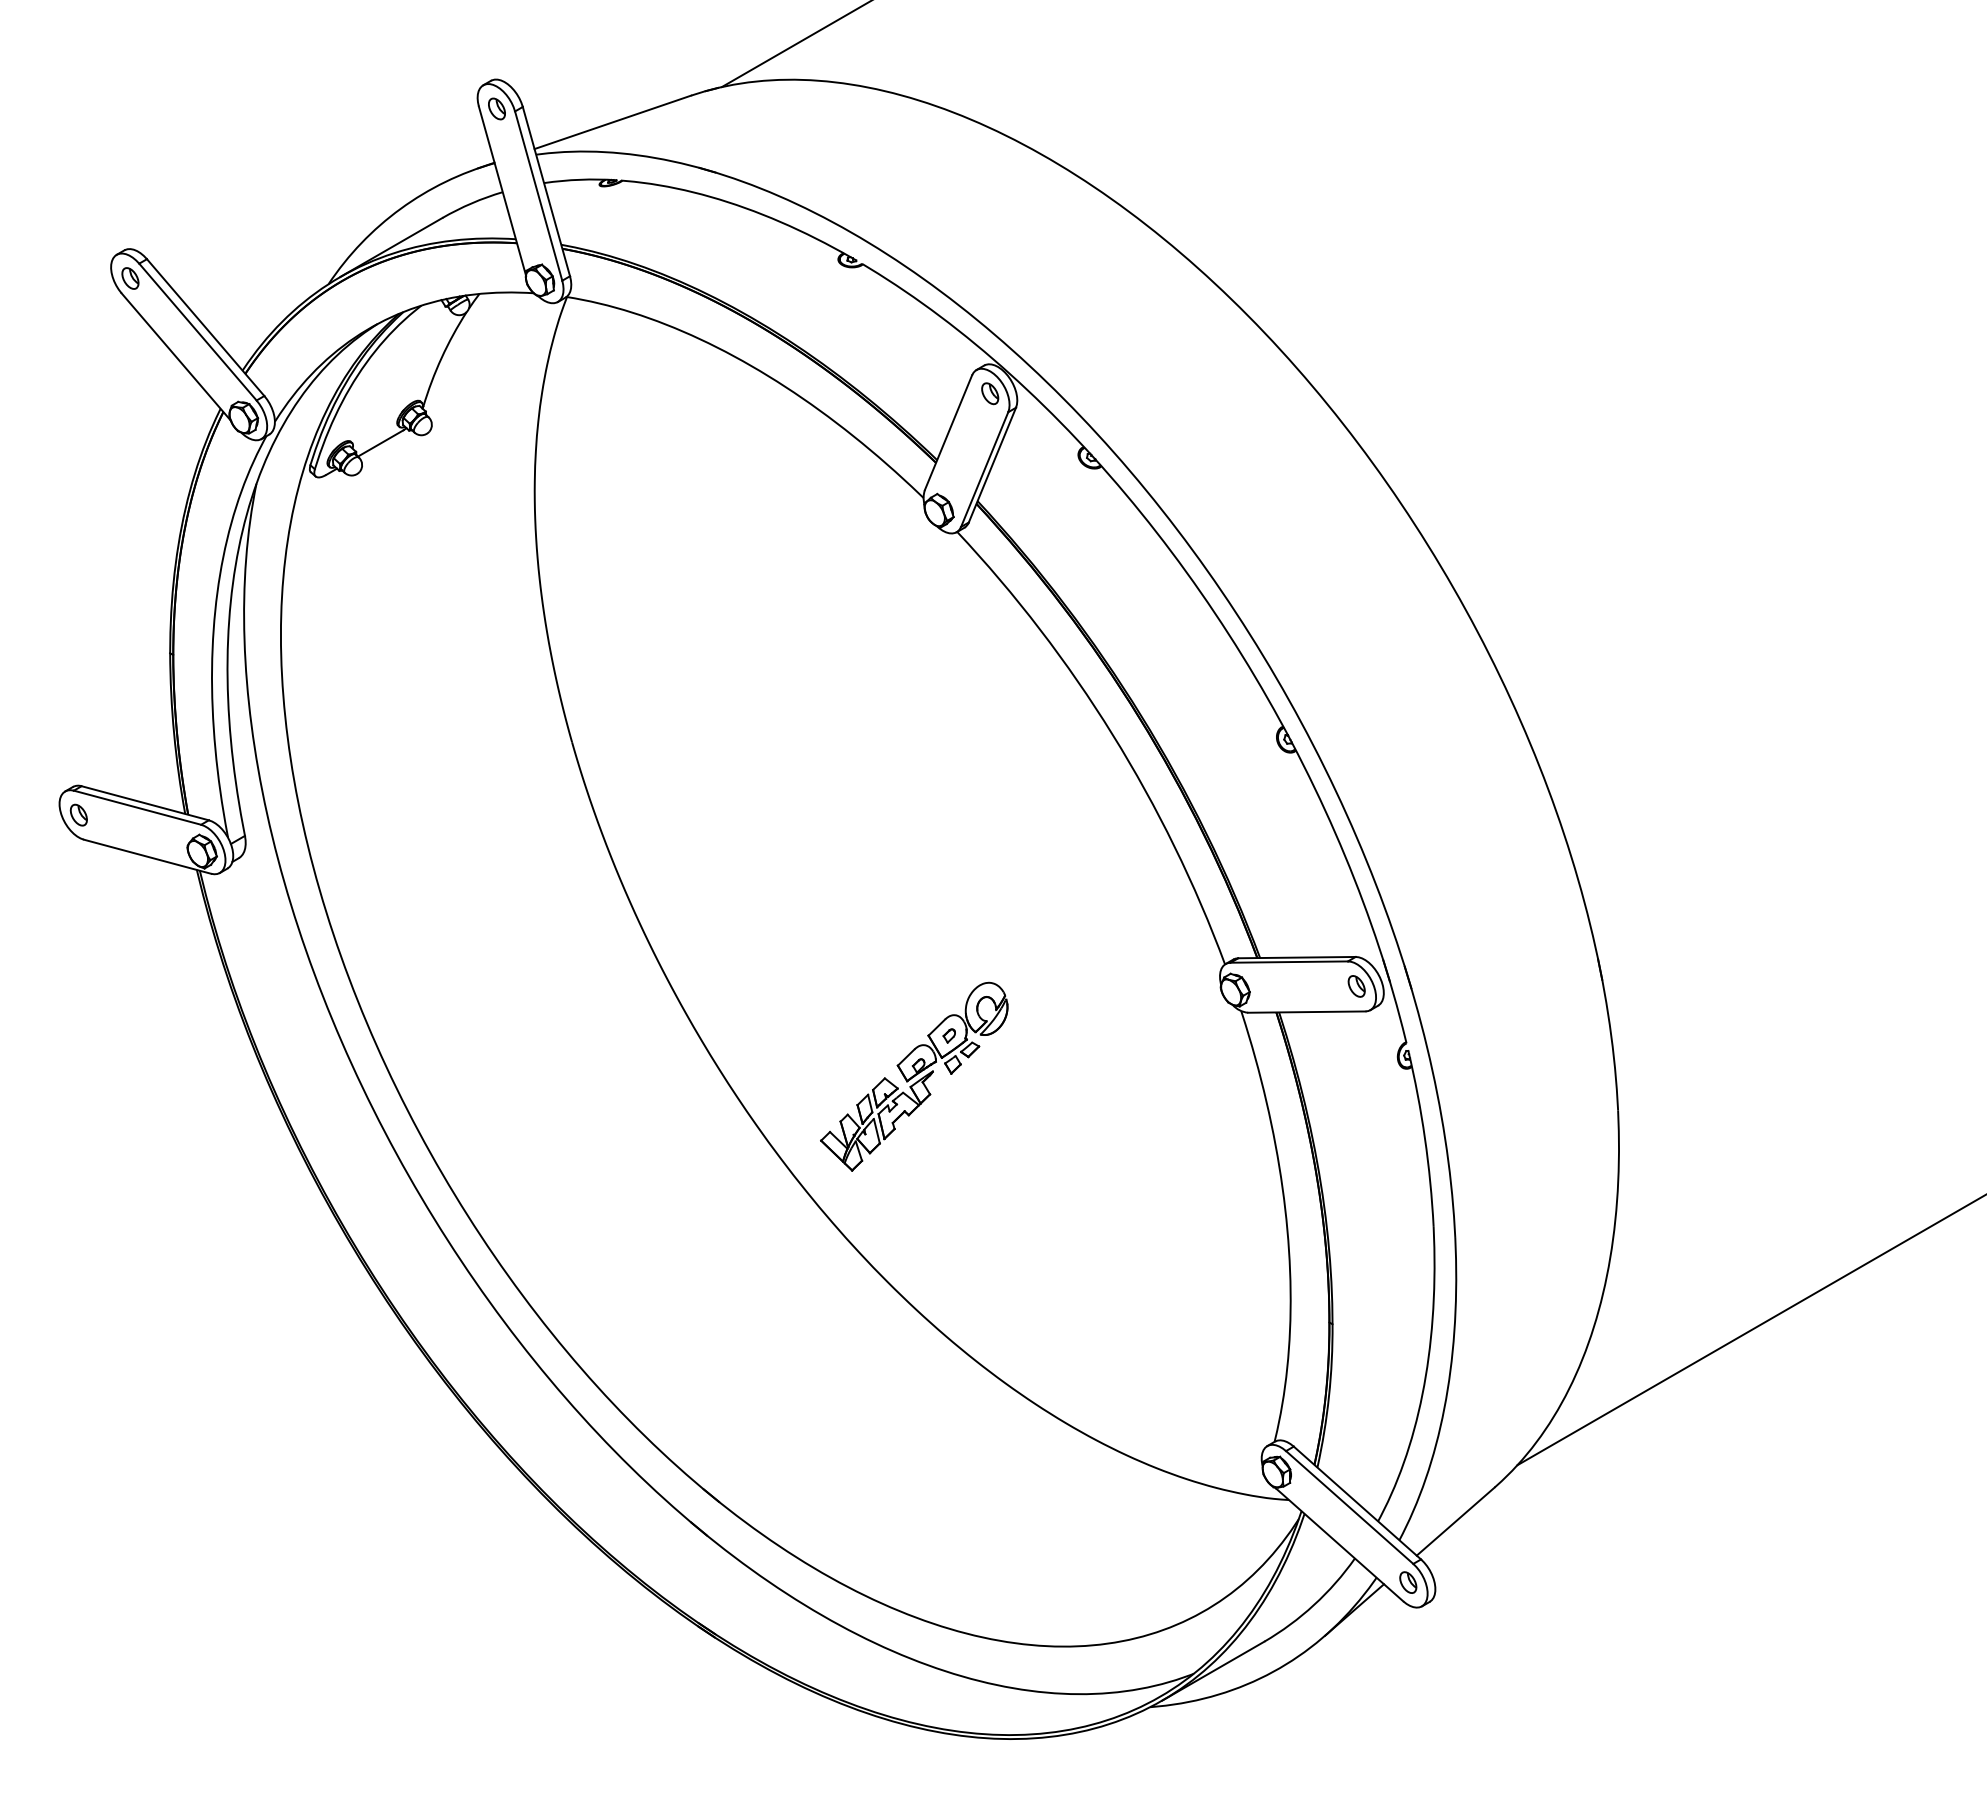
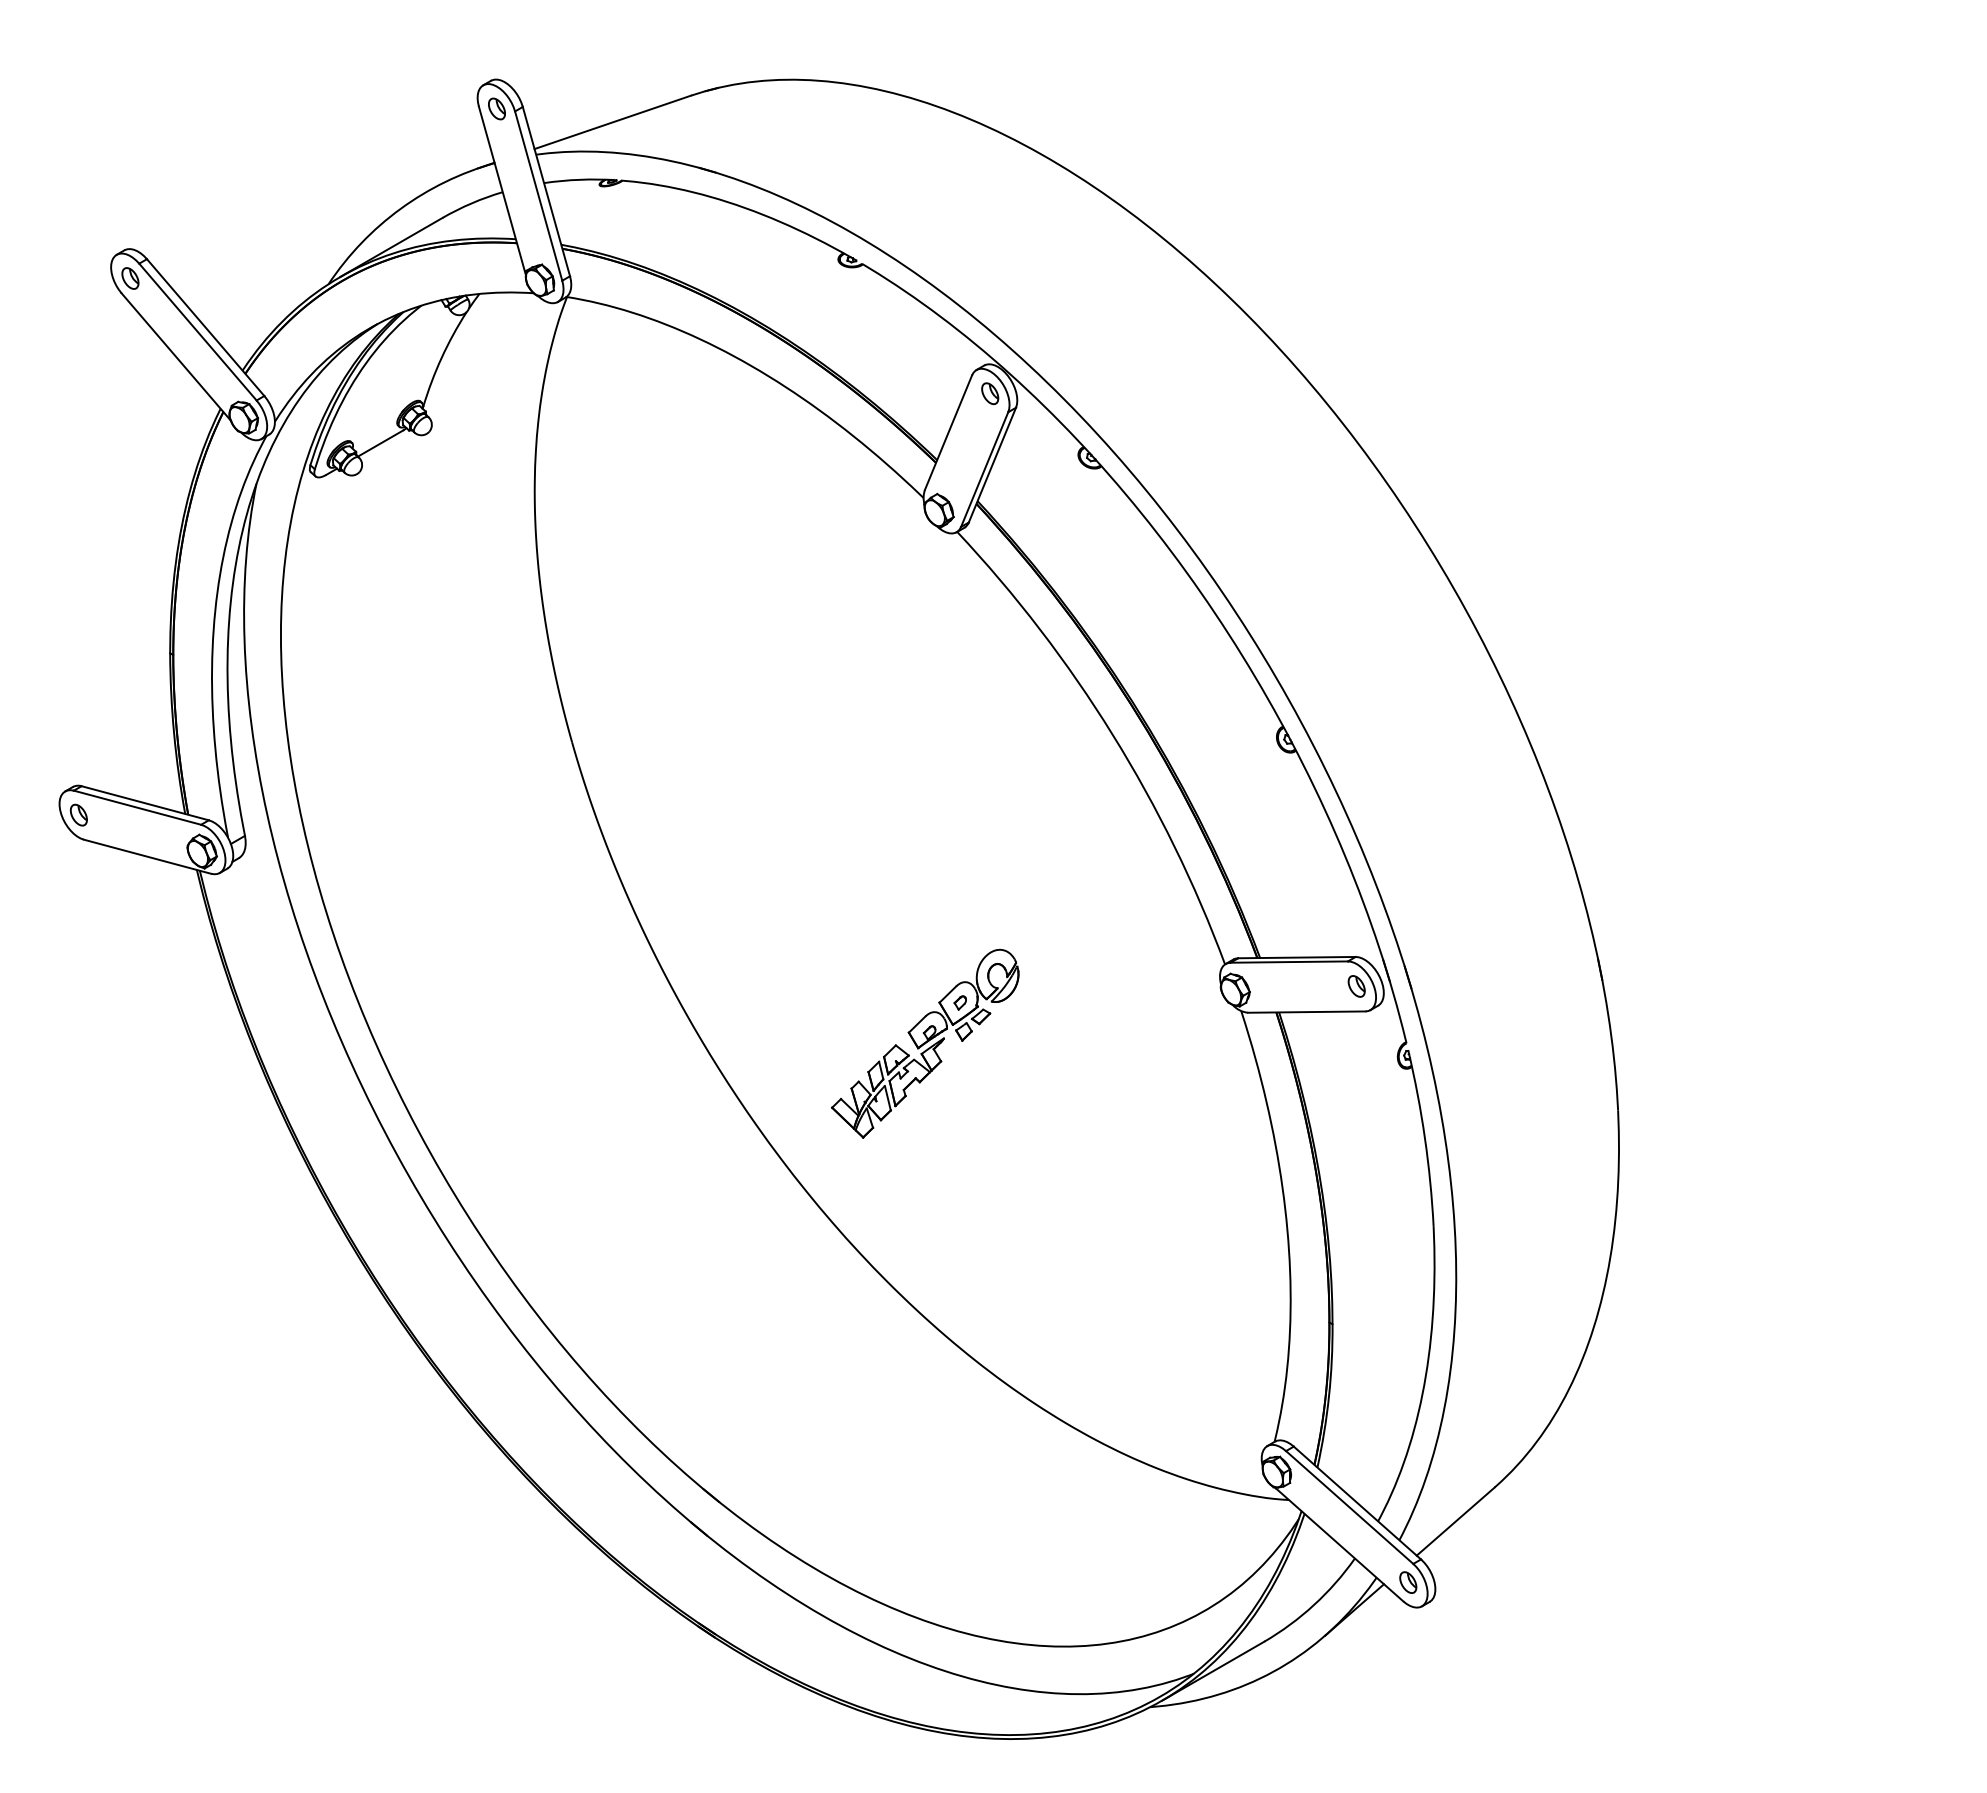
line at (795, 44): present -> none
part at (914, 1076) position: (914, 1076) -> (925, 1043)
line at (1750, 1330): present -> none
